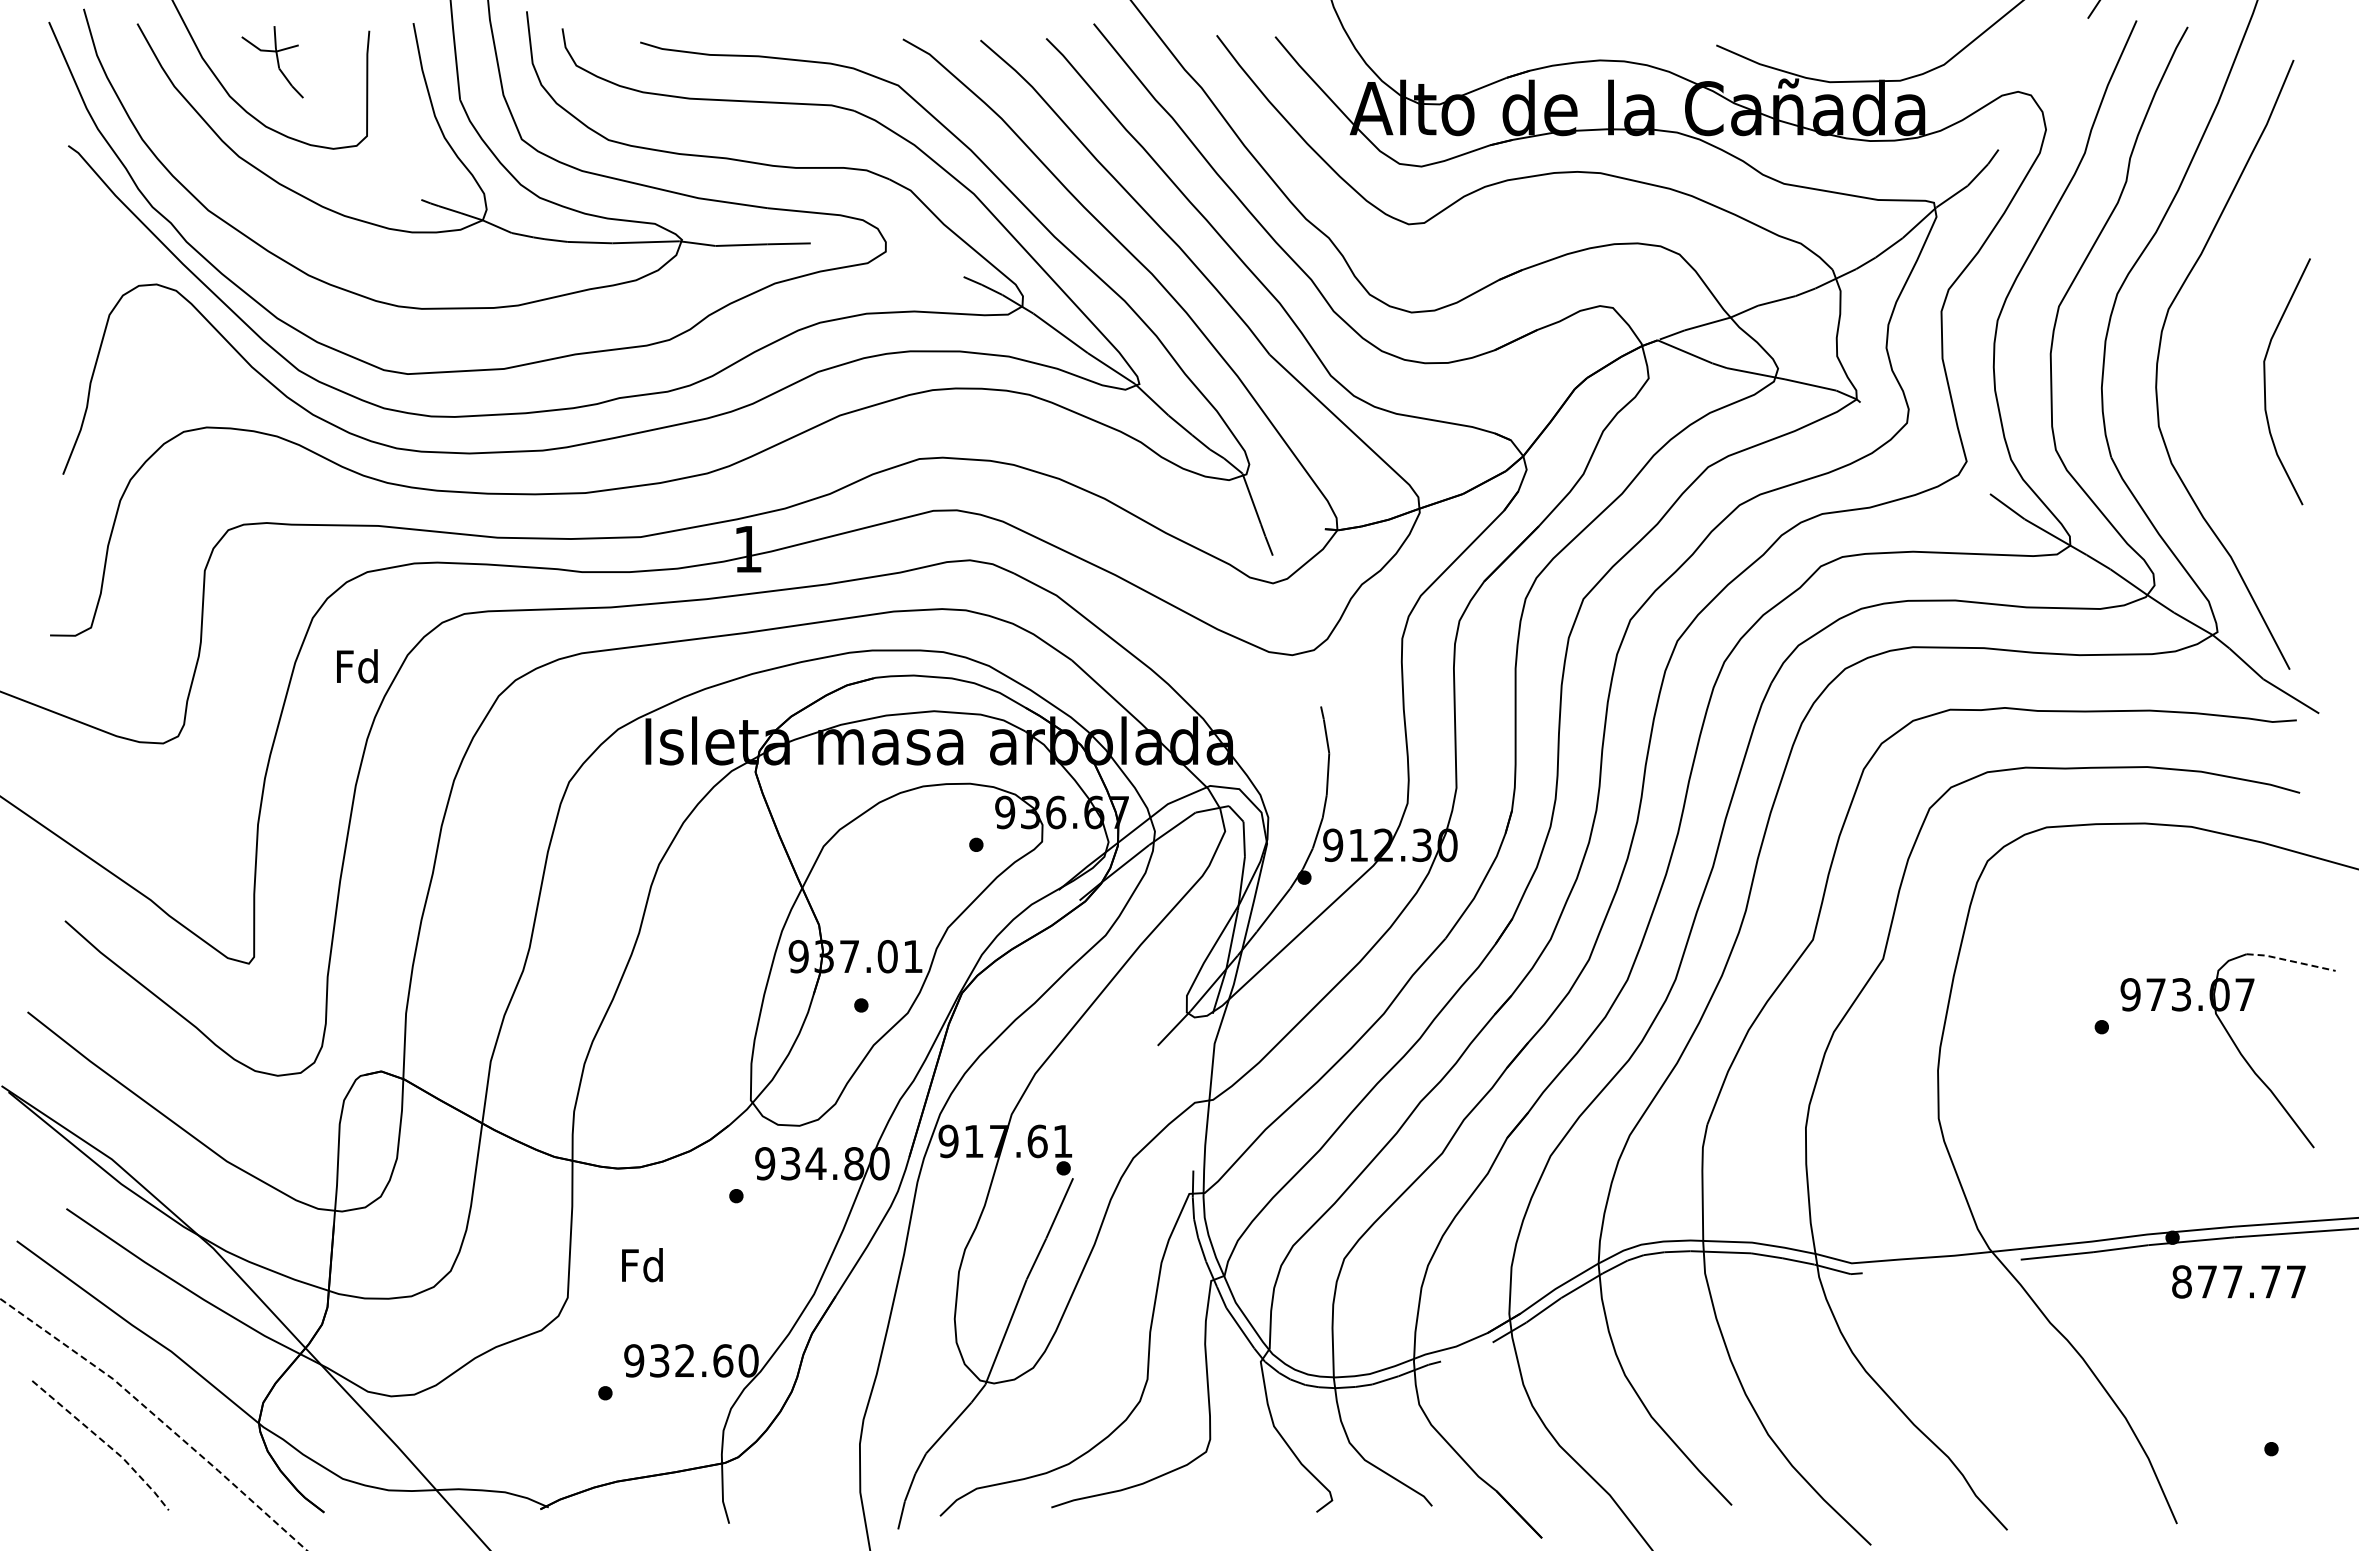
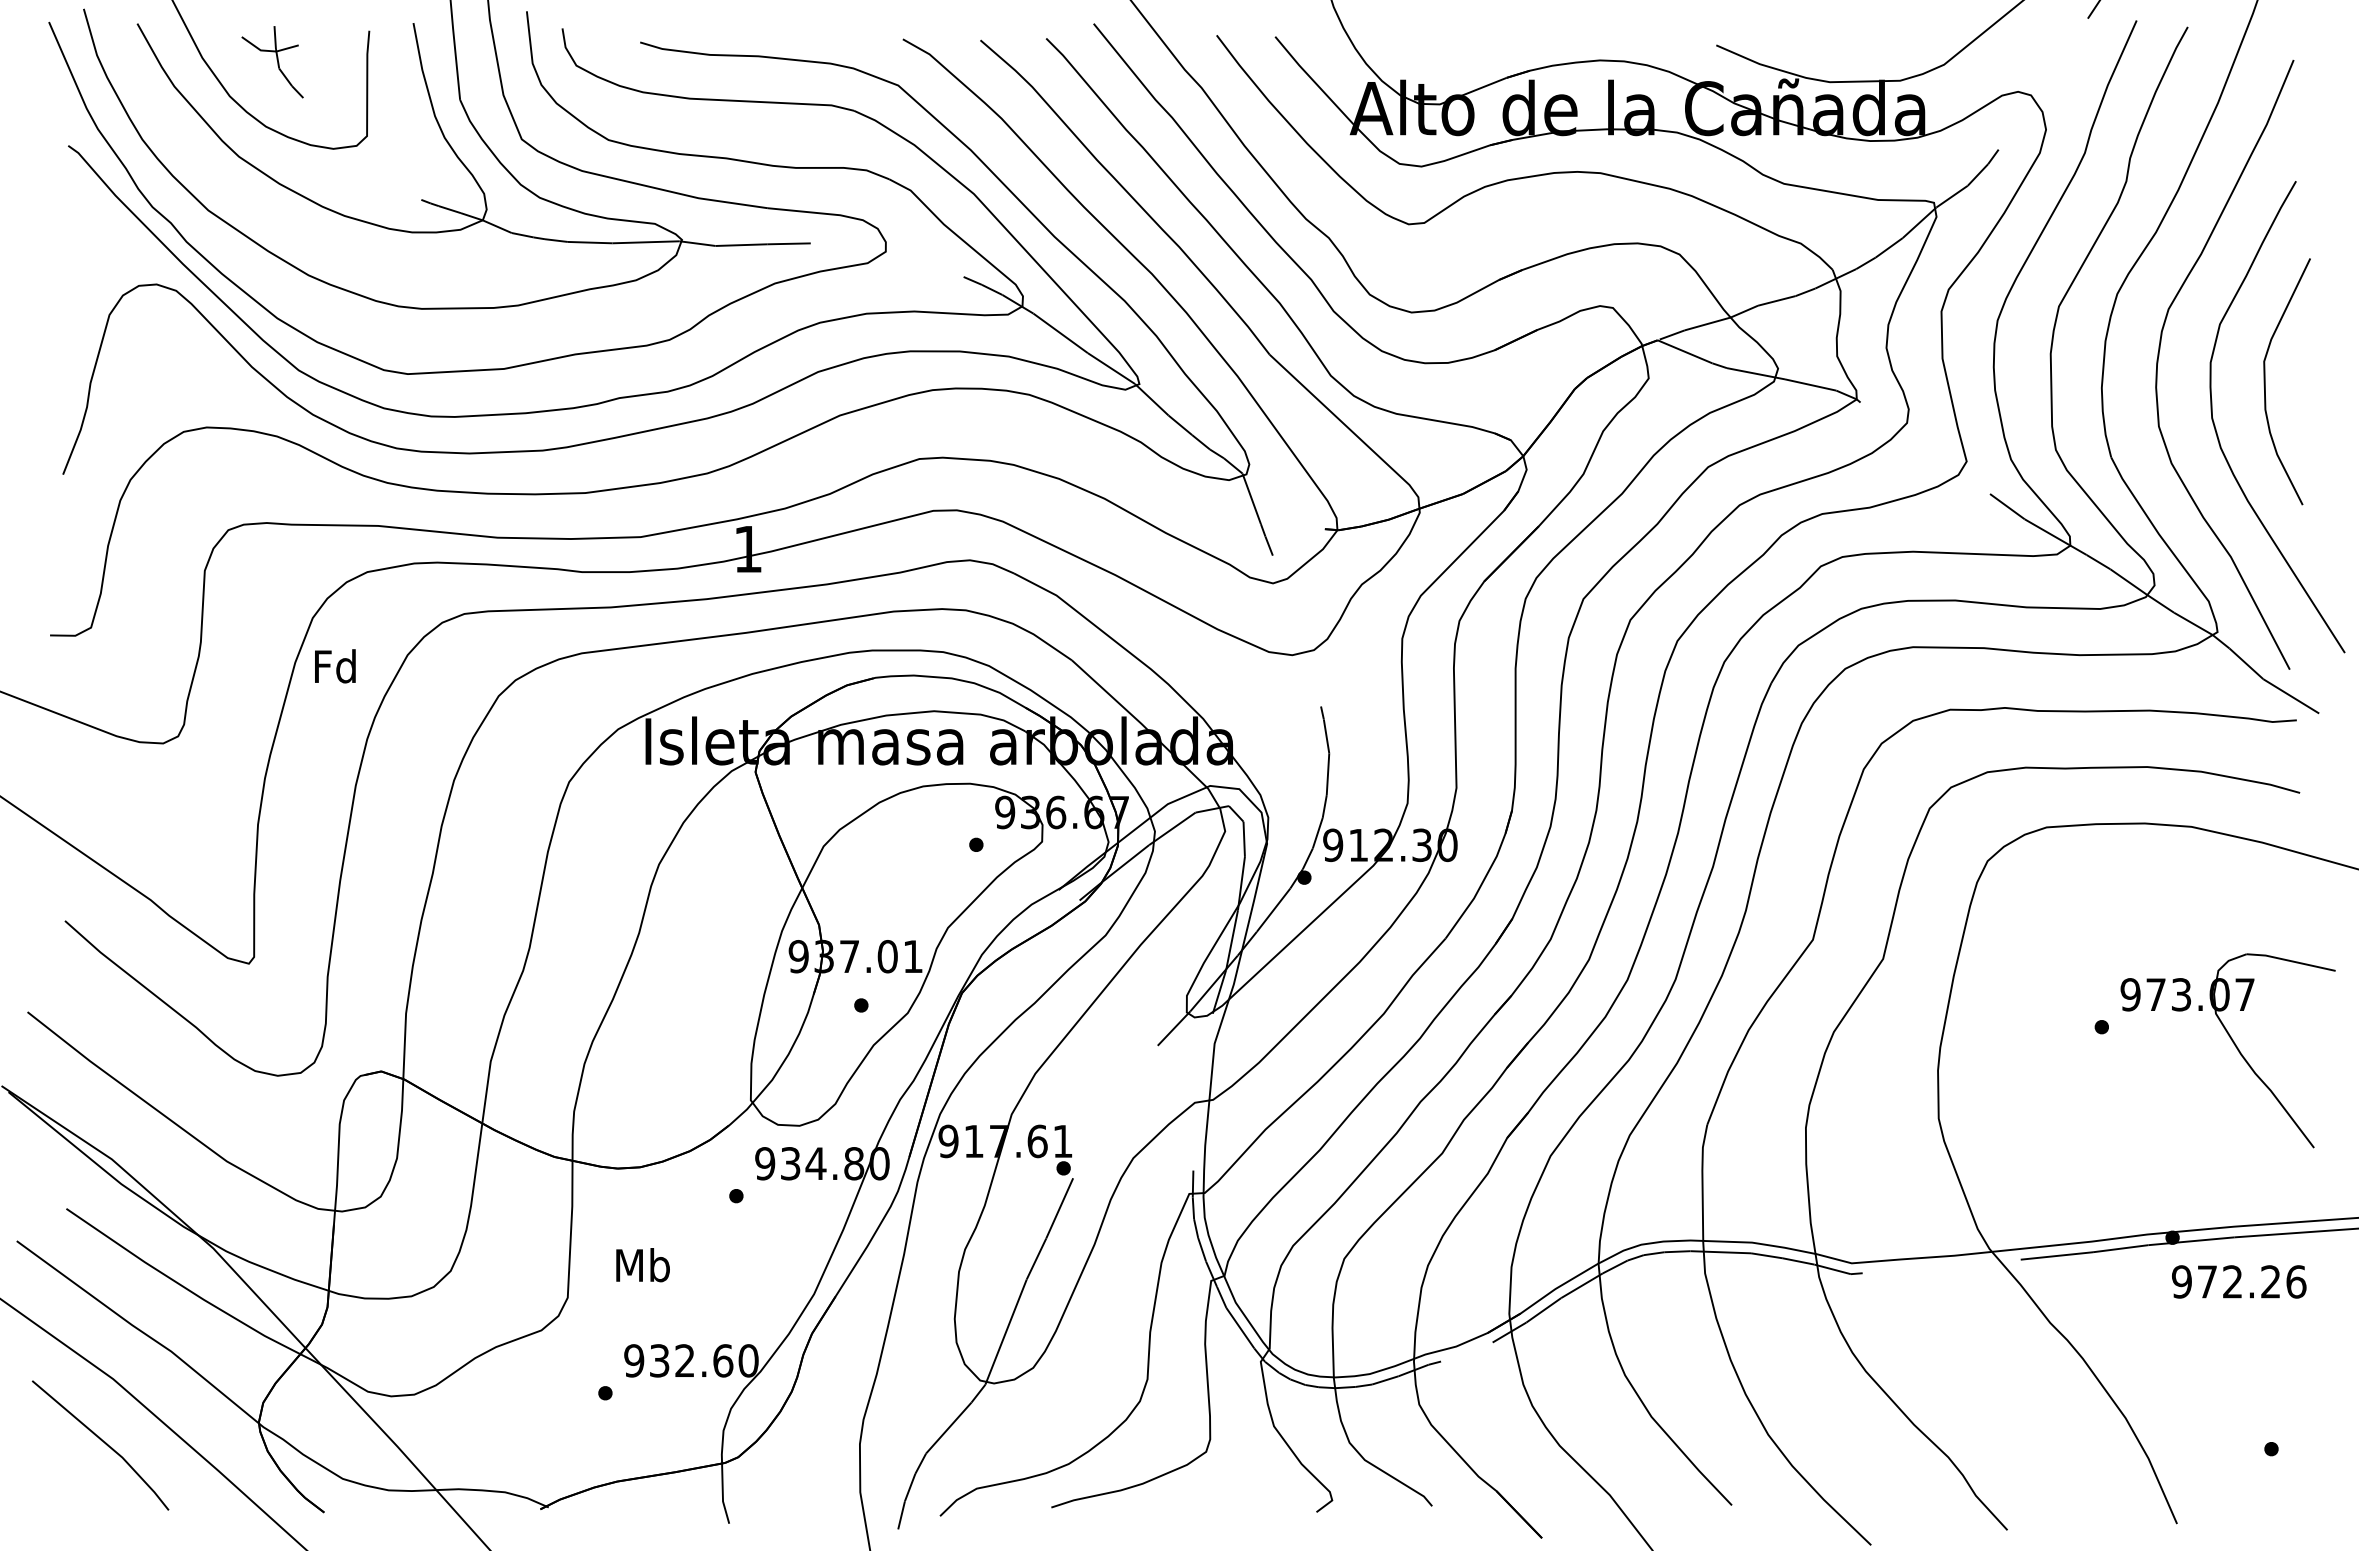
curve at (2218, 435): none -> present
text at (357, 666) position: (357, 666) -> (335, 666)
line at (2291, 961): dashed -> solid
text at (642, 1265): Fd -> Mb
text at (2239, 1281): 877.77 -> 972.26
line at (159, 1419): dashed -> solid
line at (105, 1443): dashed -> solid
